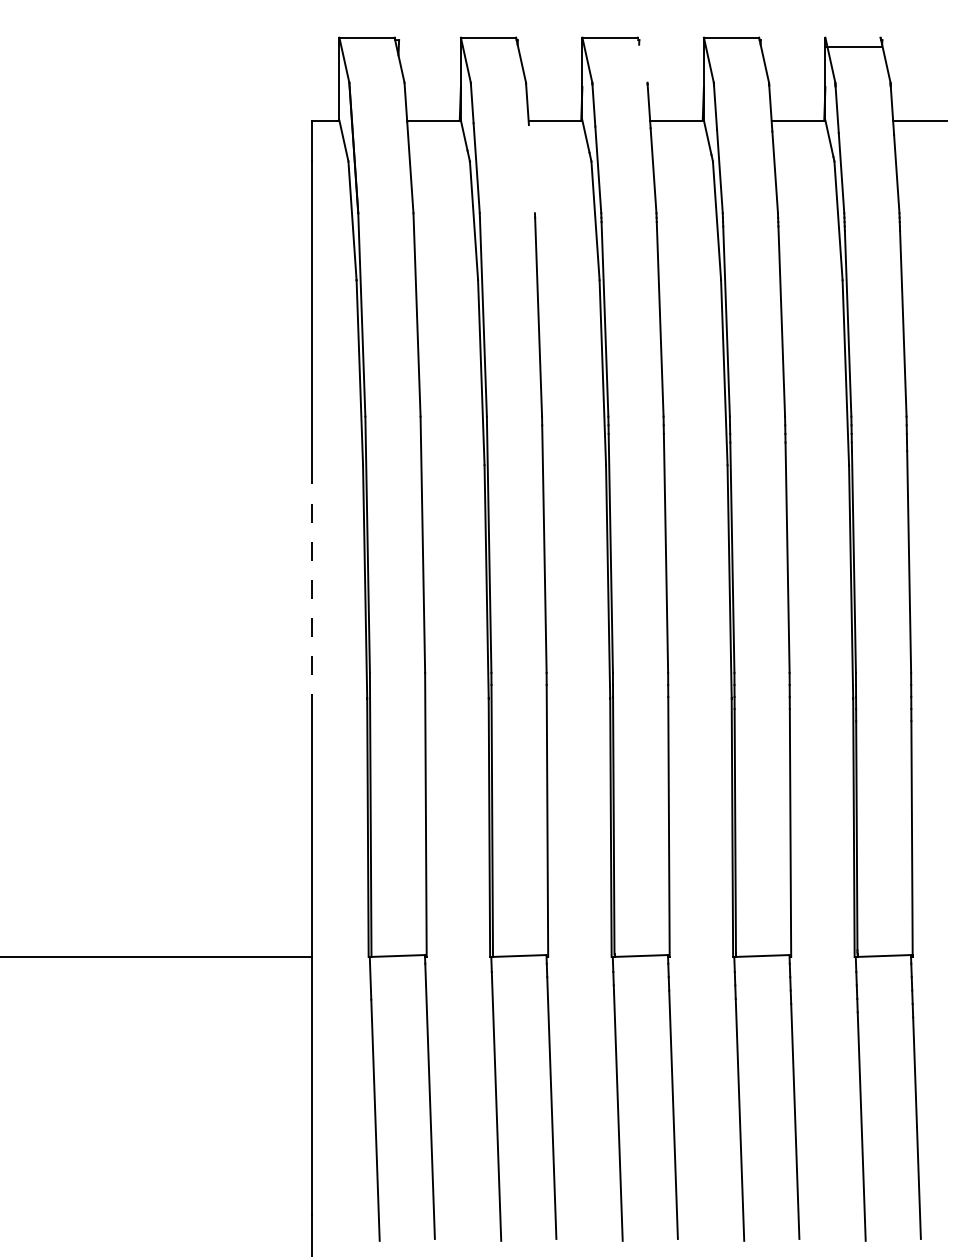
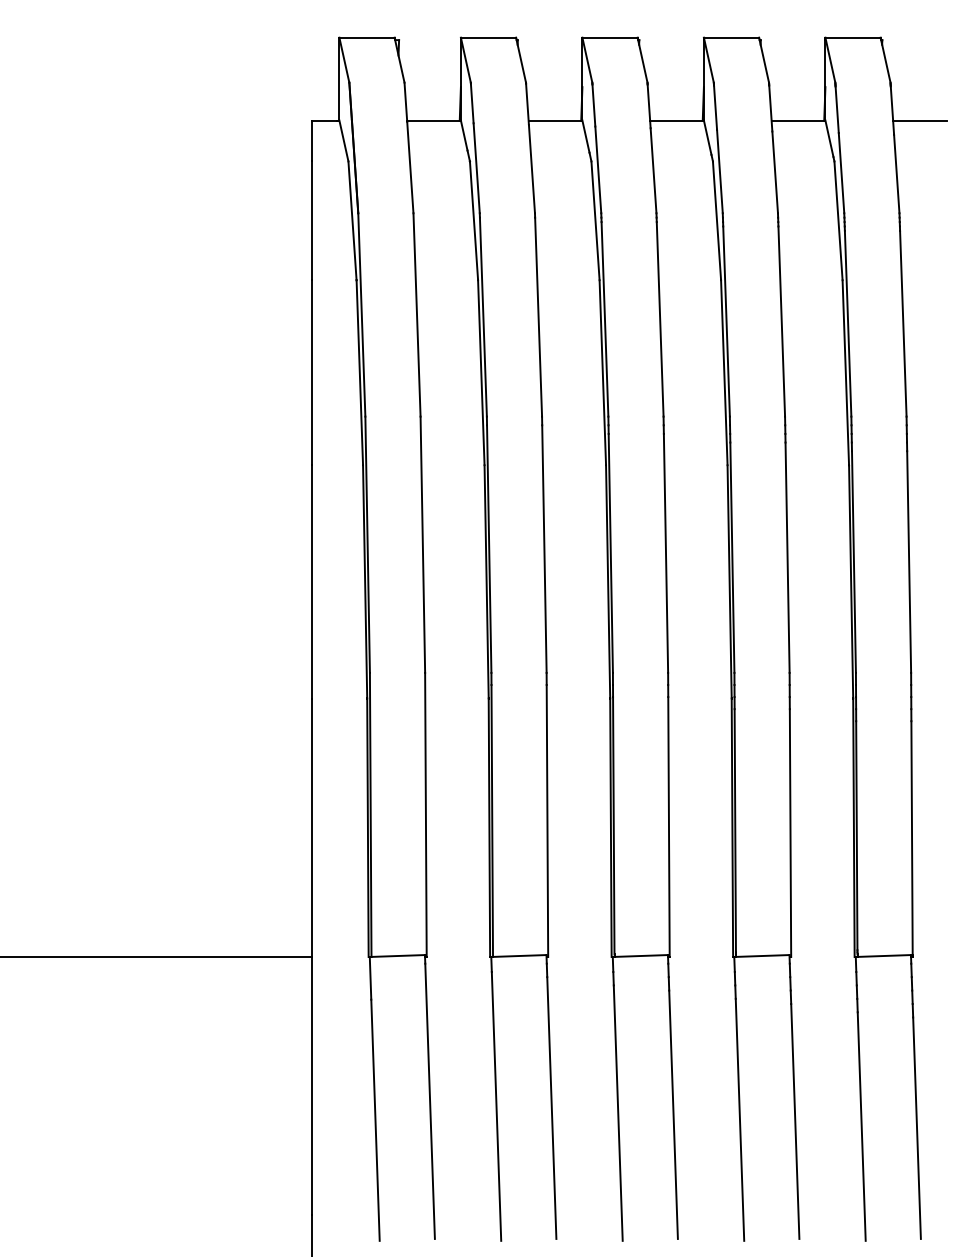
line at (852, 46) position: (852, 46) -> (852, 37)
line at (642, 60): none -> present
line at (531, 169): none -> present
line at (311, 581): dashed -> solid
